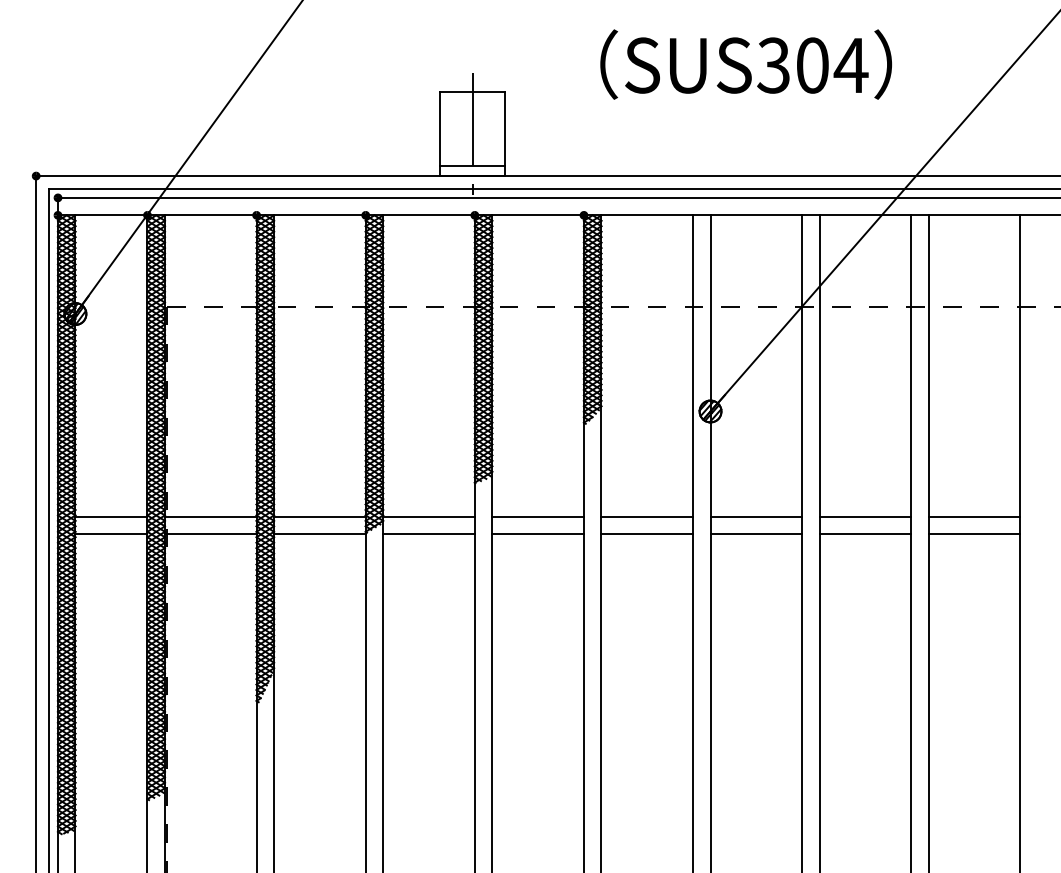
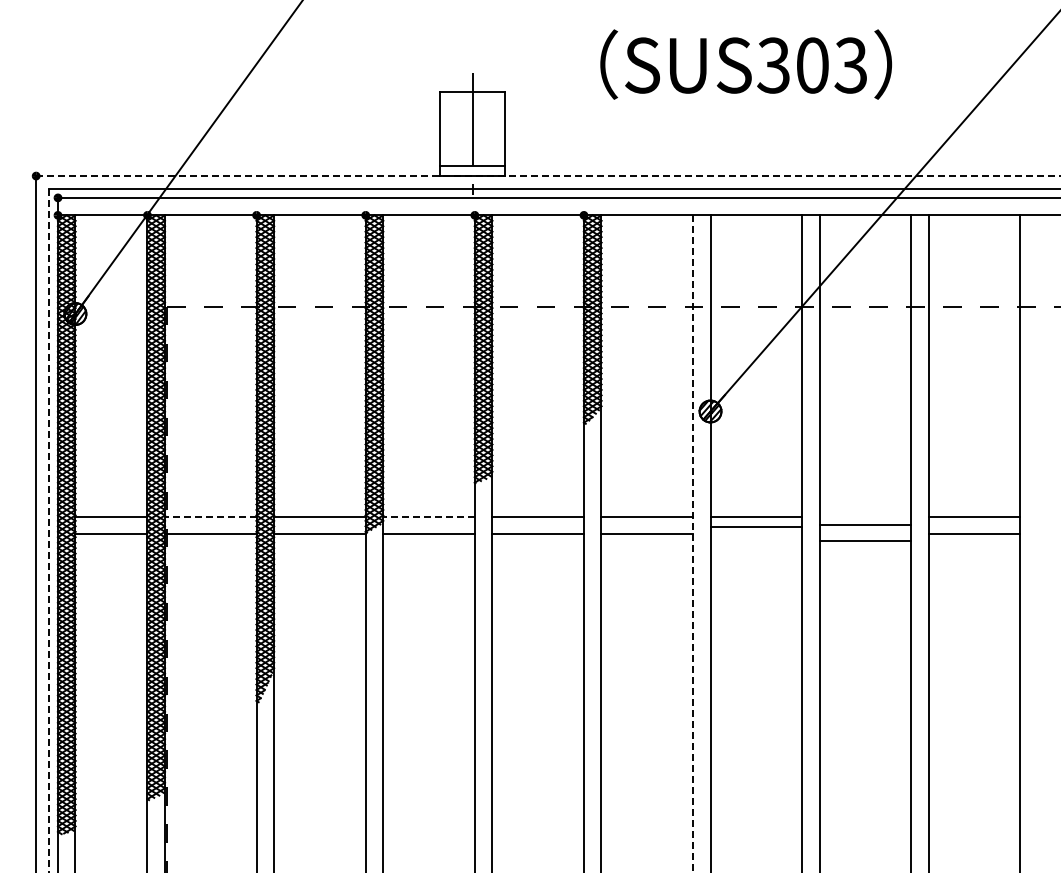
text at (850, 65): SUS304 -> SUS303
line at (548, 176): solid -> dashed
line at (210, 516): solid -> dashed
line at (429, 516): solid -> dashed
line at (865, 516) position: (865, 516) -> (865, 524)
line at (49, 531): solid -> dashed
line at (756, 533) position: (756, 533) -> (756, 526)
line at (865, 533) position: (865, 533) -> (865, 540)
line at (693, 544): solid -> dashed
